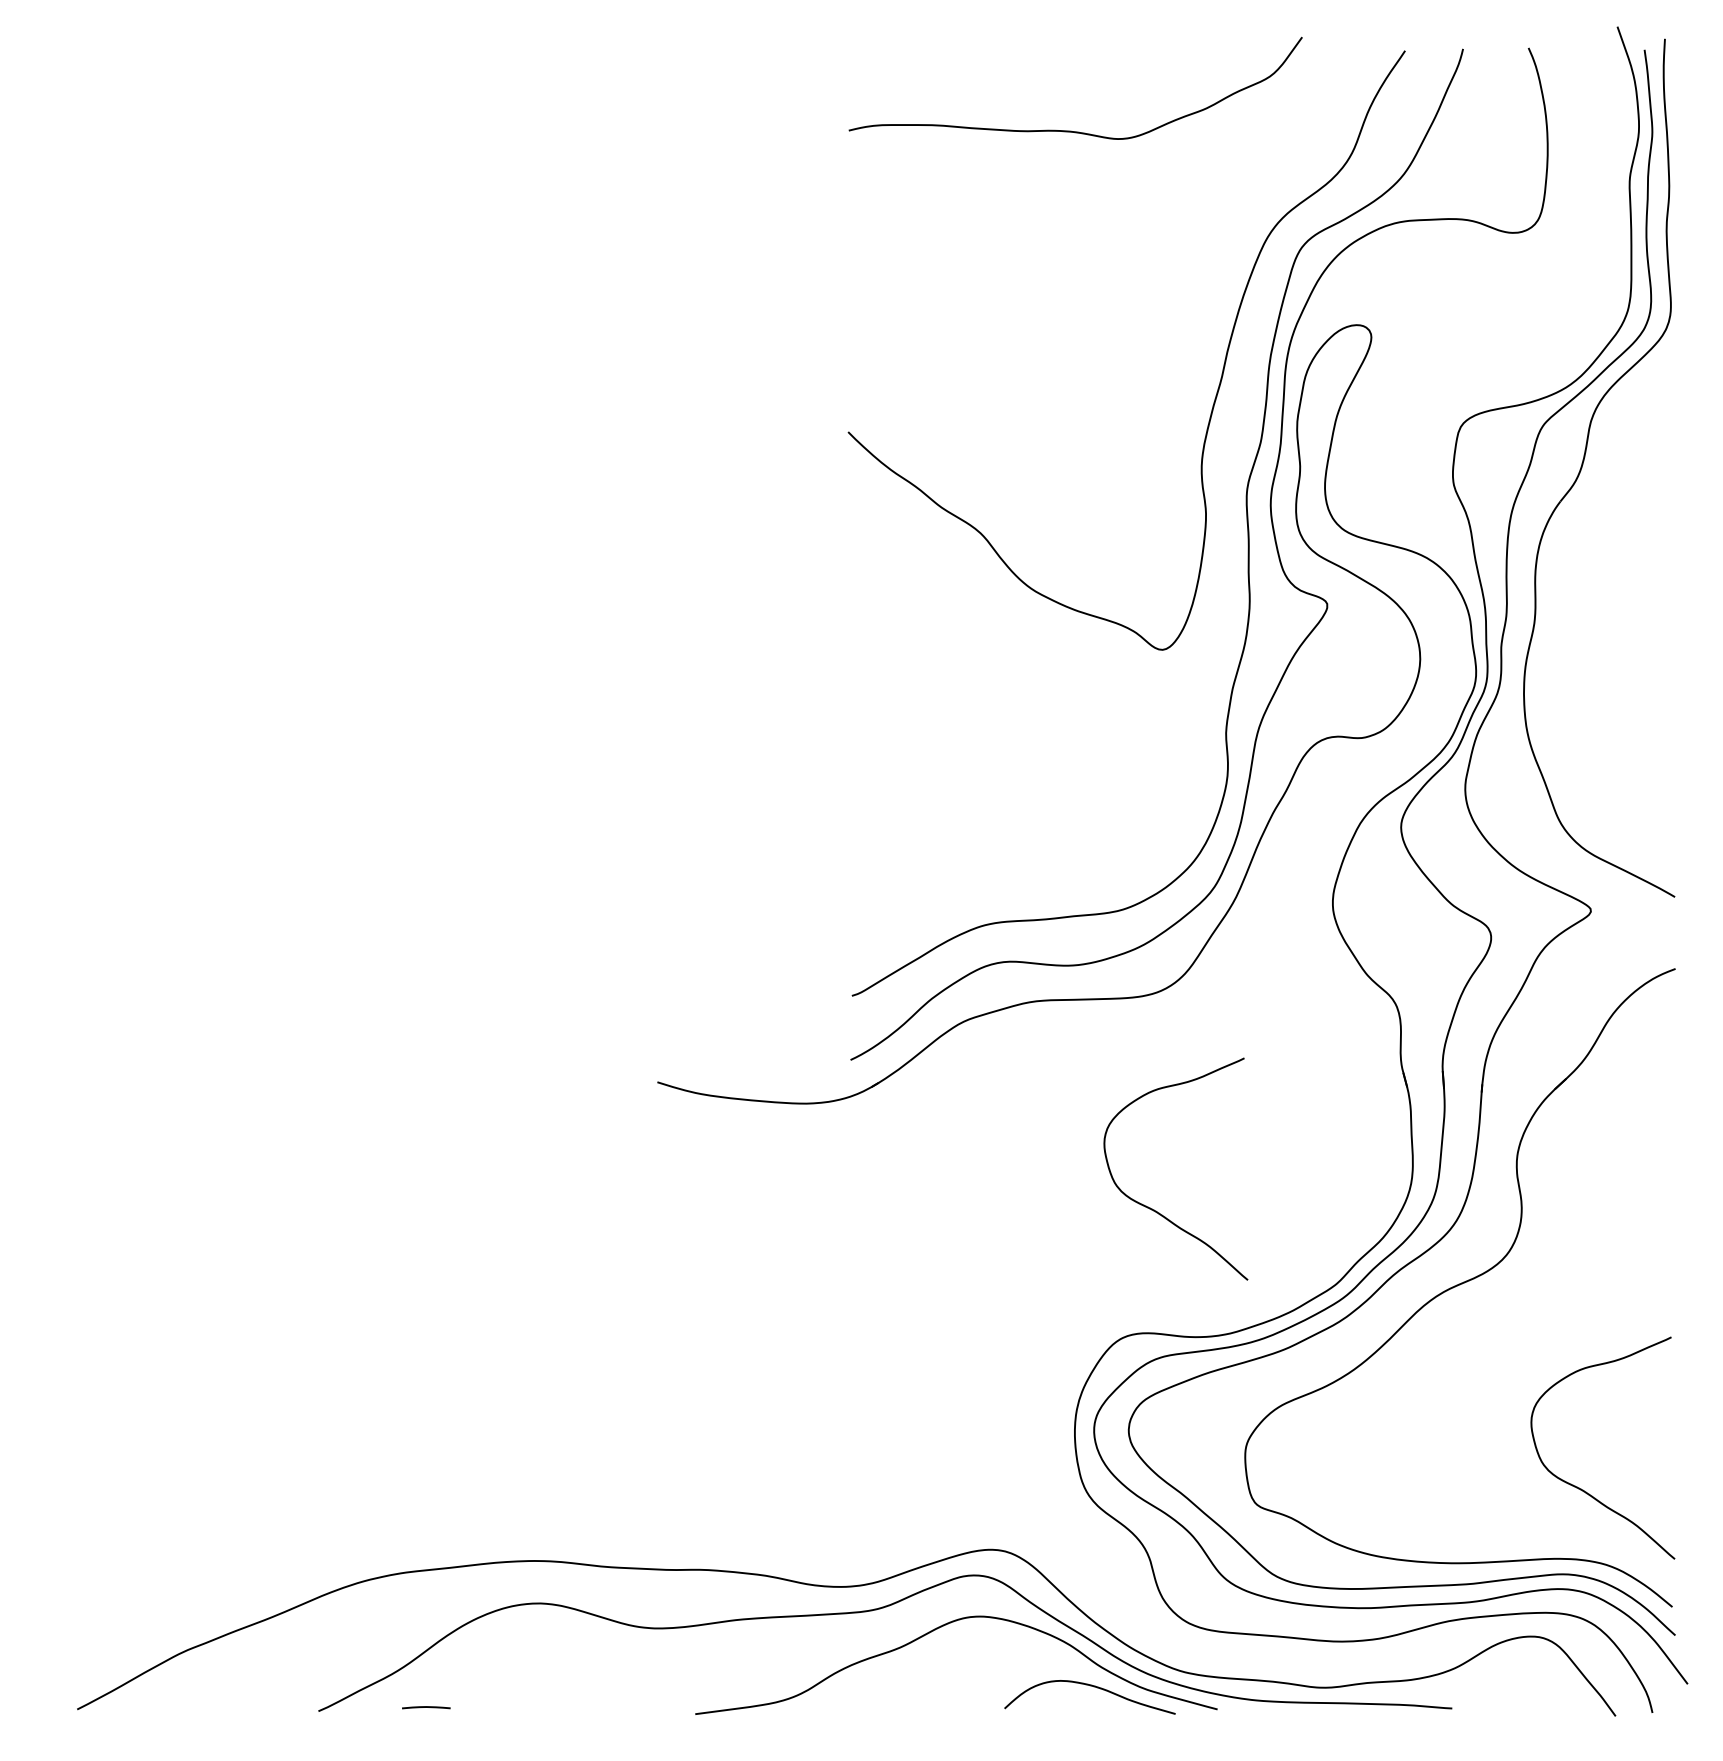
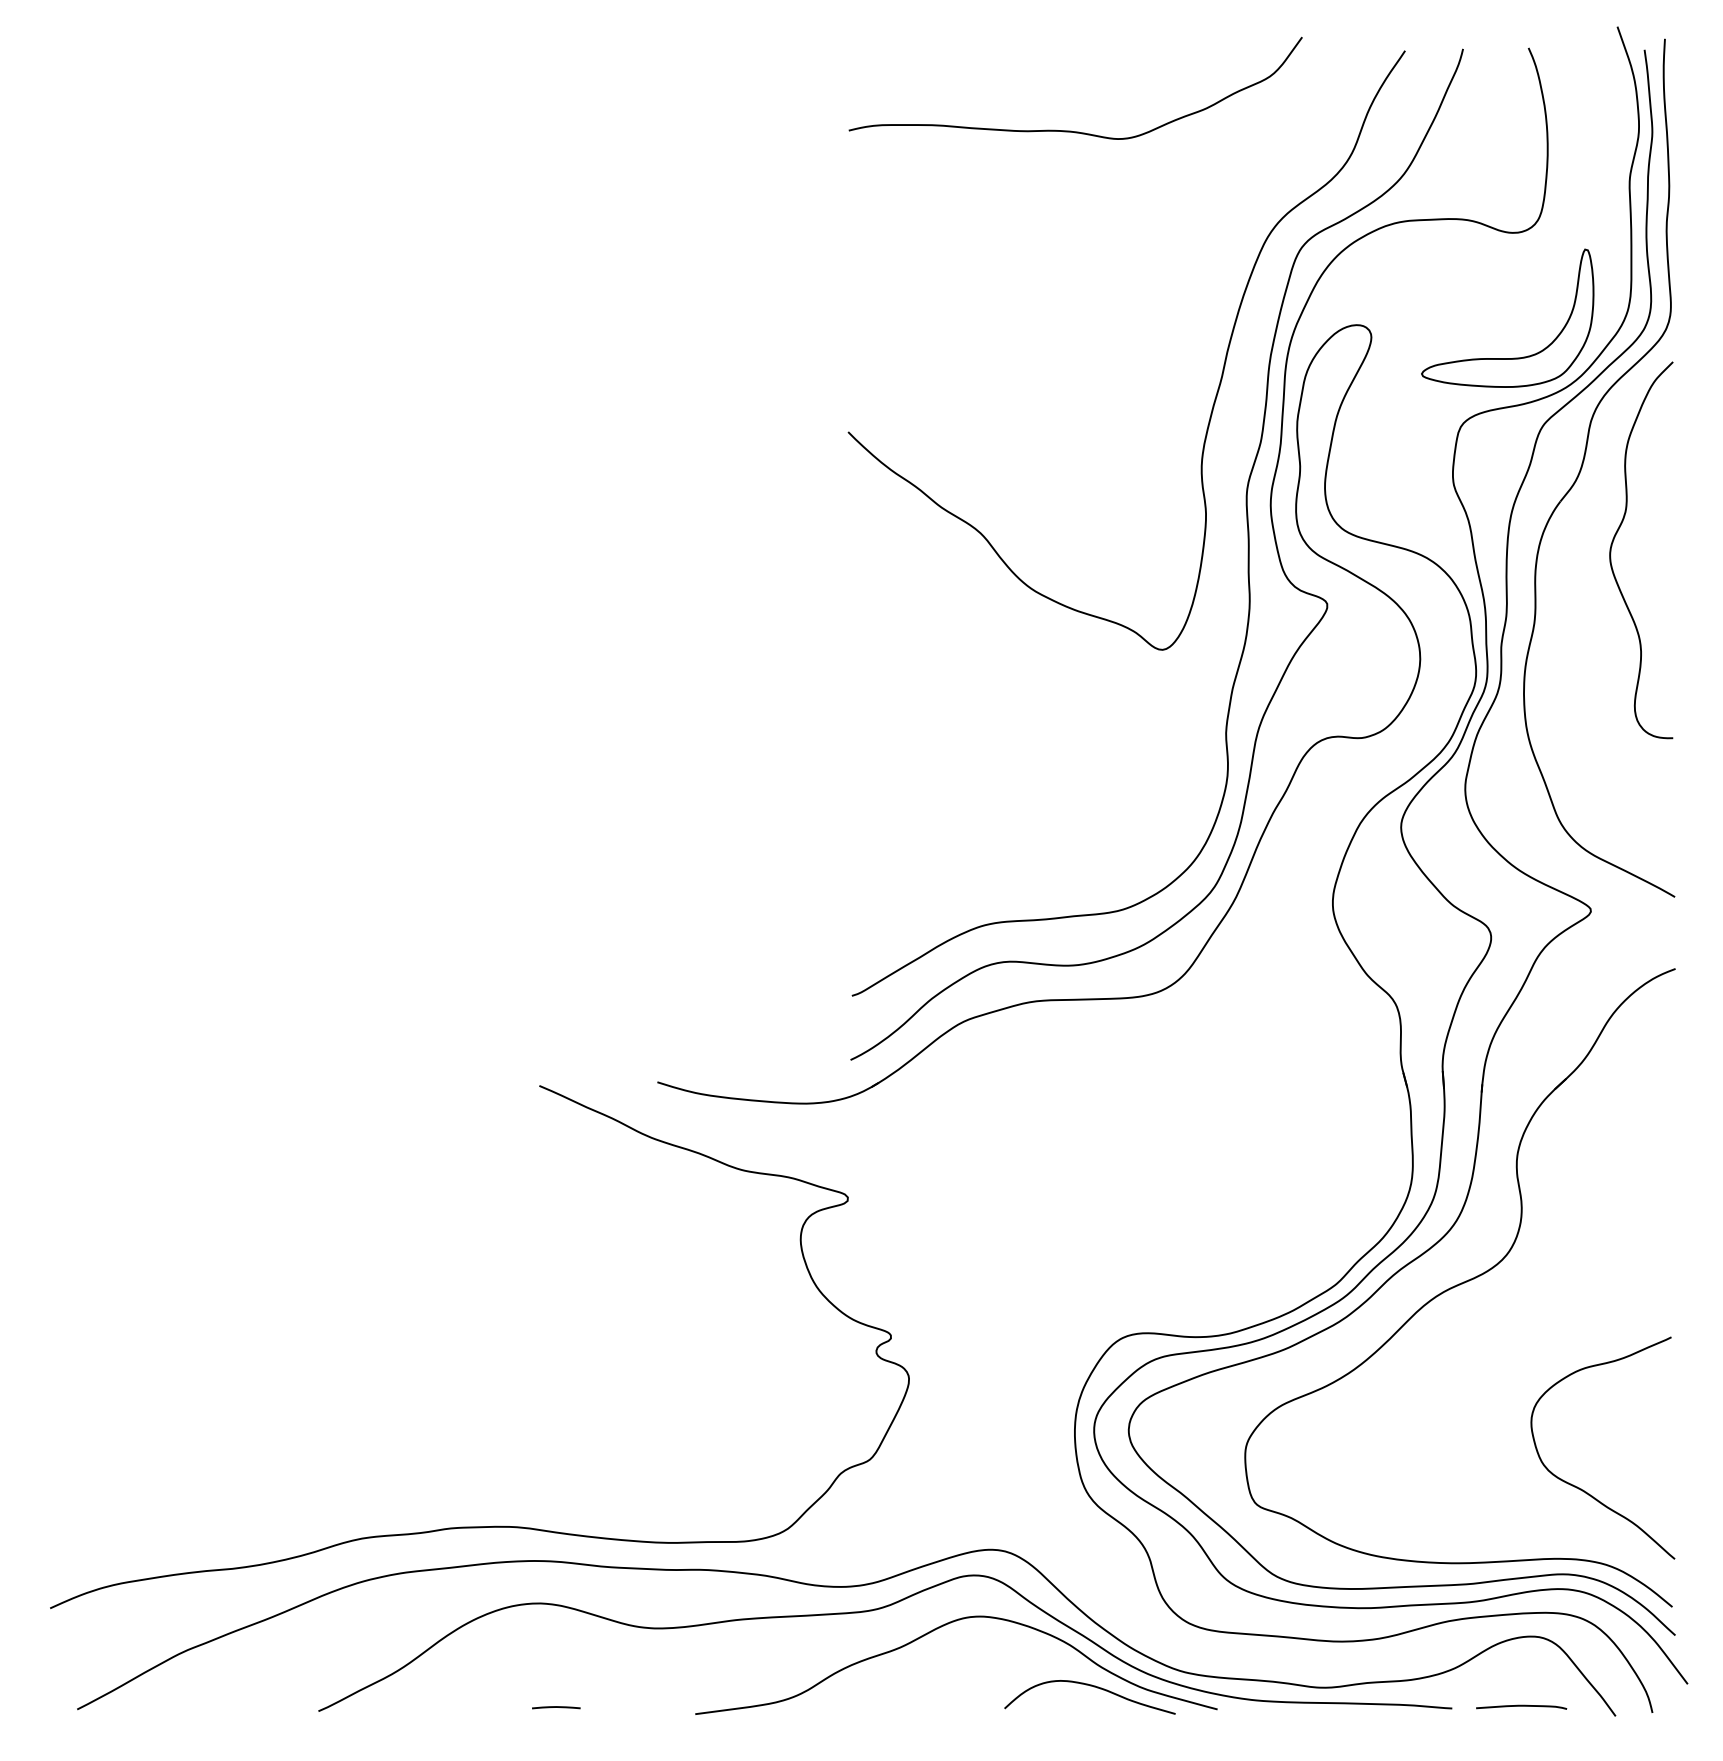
part at (1513, 357): none -> present
curve at (1614, 540): none -> present
curve at (1154, 1209): present -> none
curve at (494, 1525): none -> present
curve at (1521, 1706): none -> present
line at (426, 1707) position: (426, 1707) -> (556, 1707)
